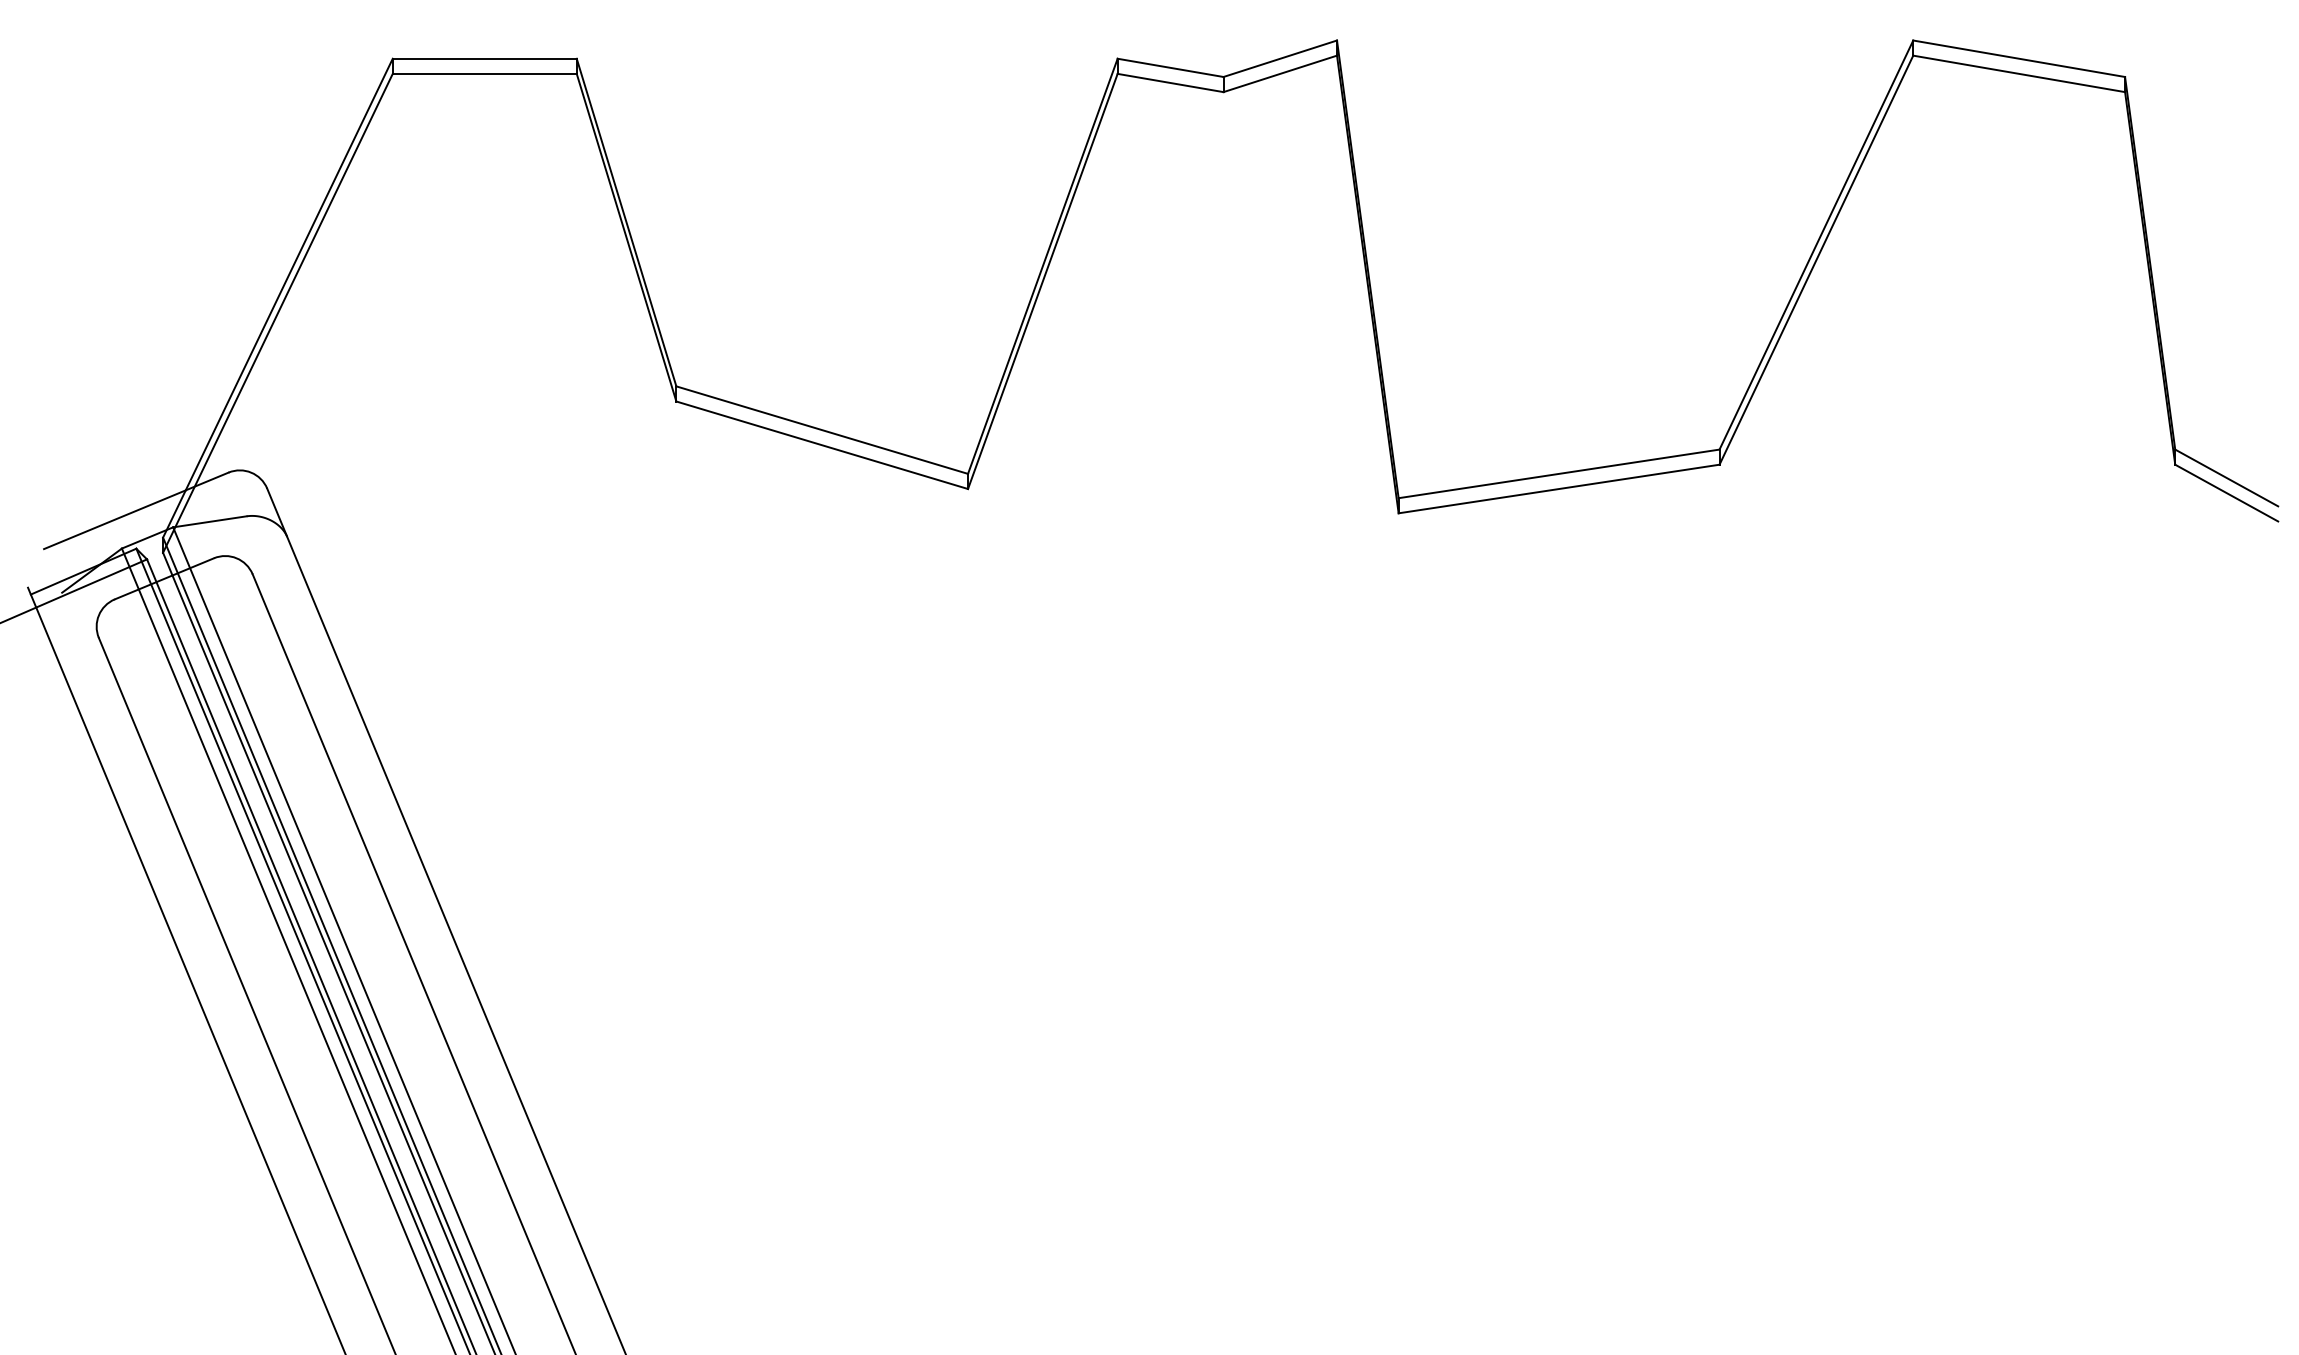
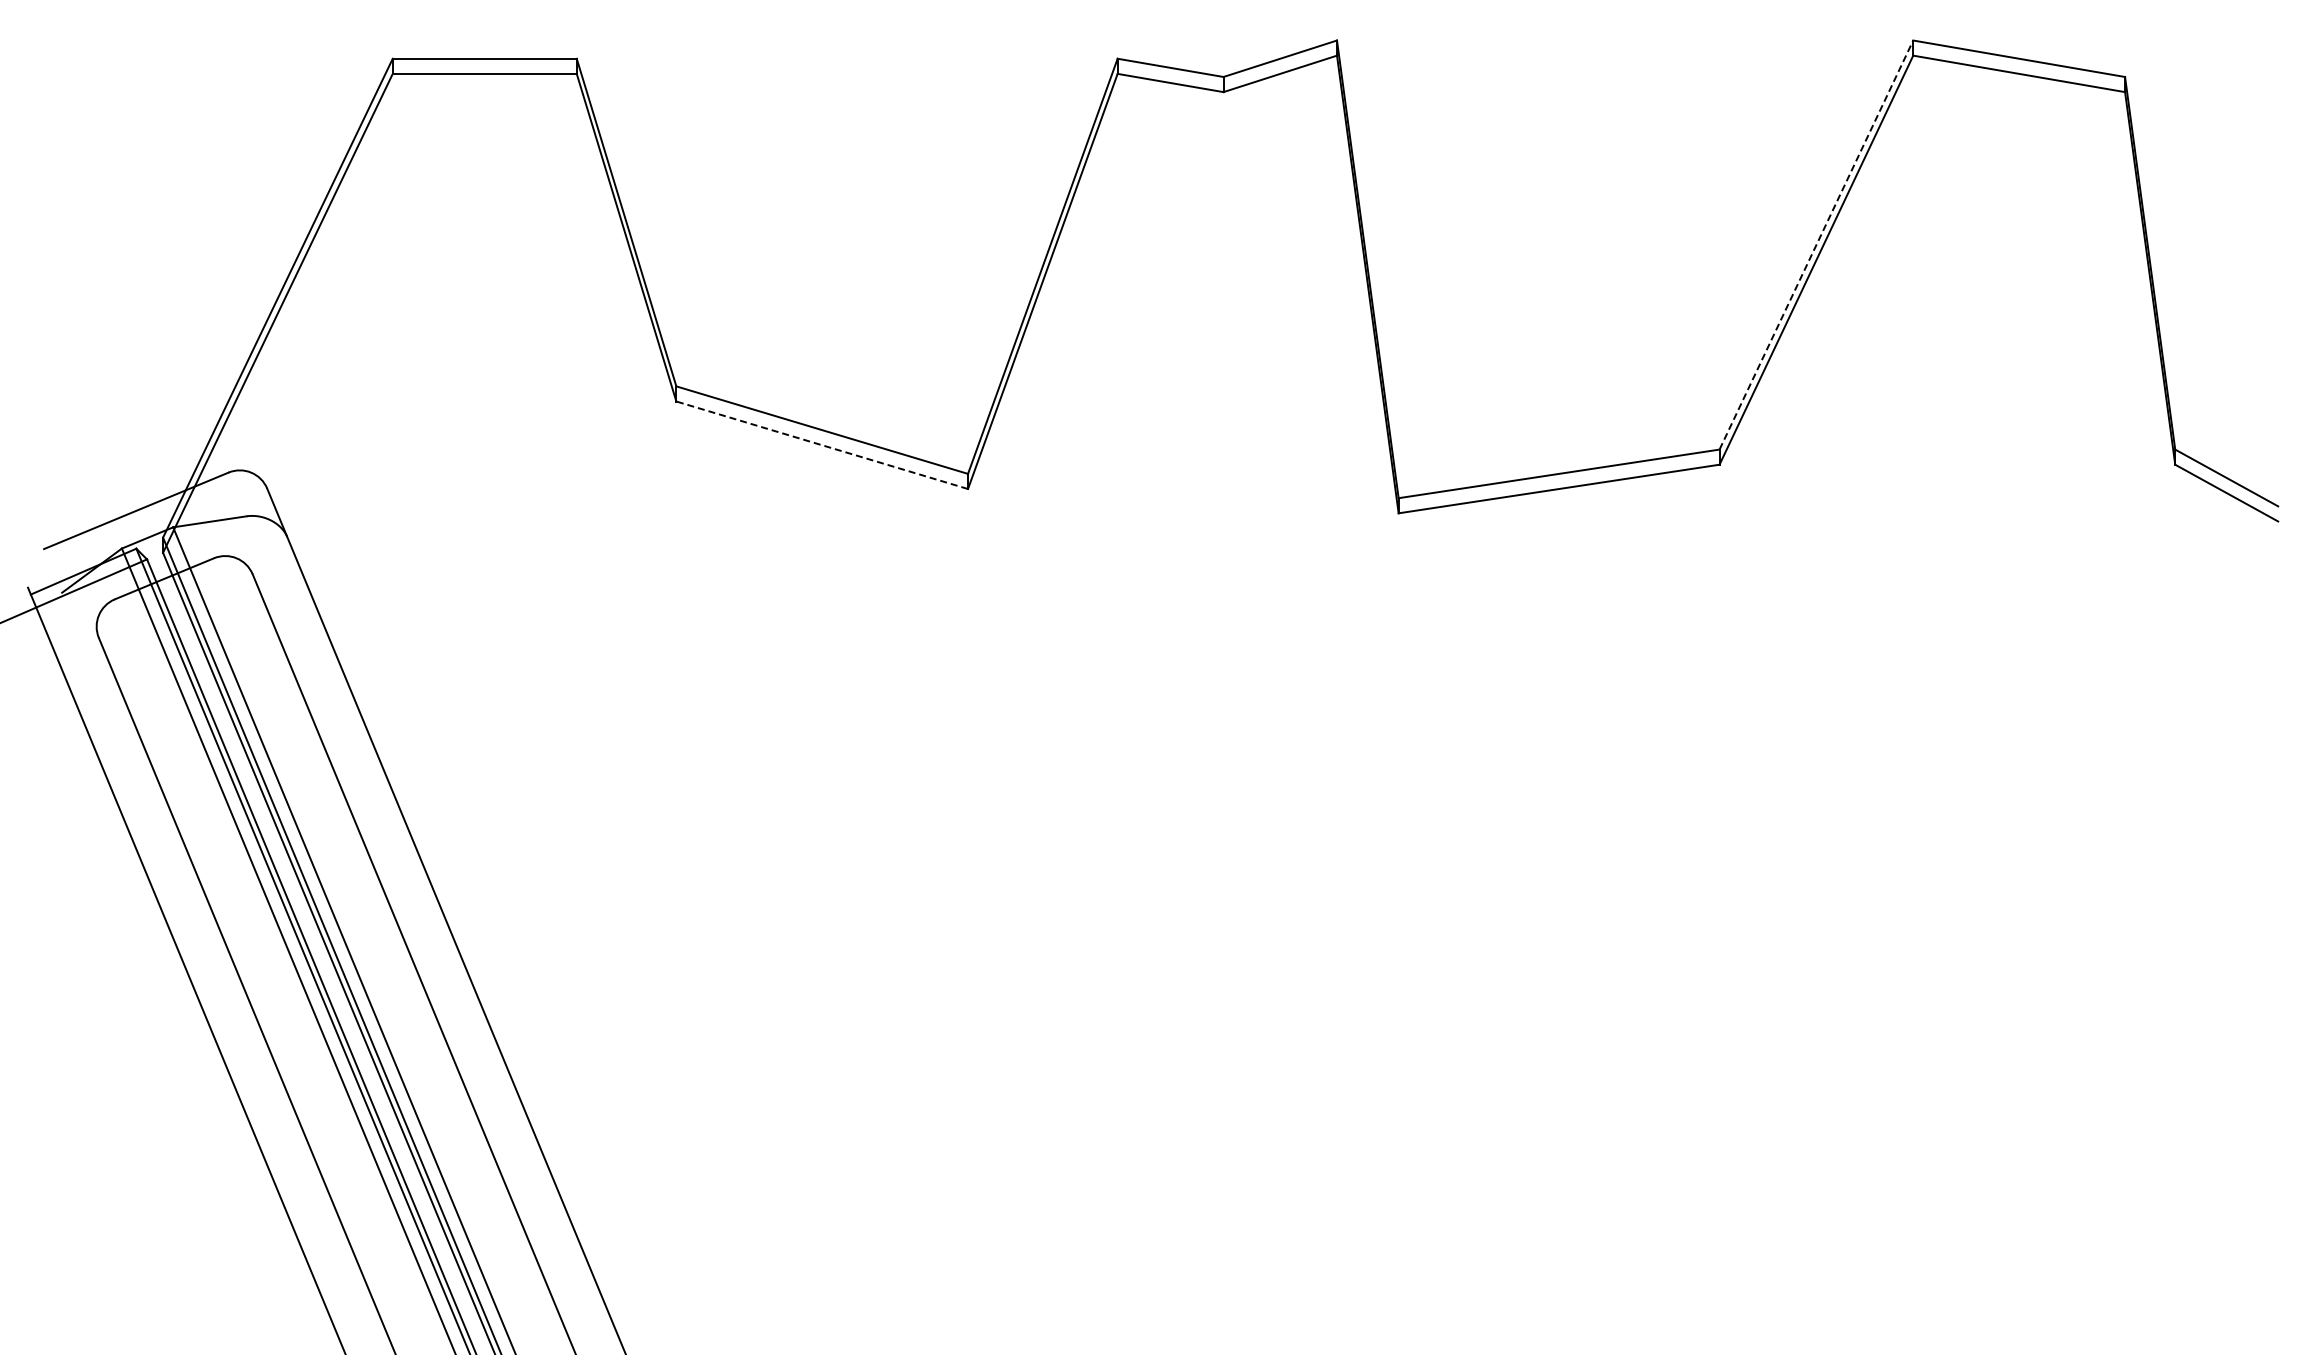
line at (1816, 244): solid -> dashed
line at (821, 445): solid -> dashed
